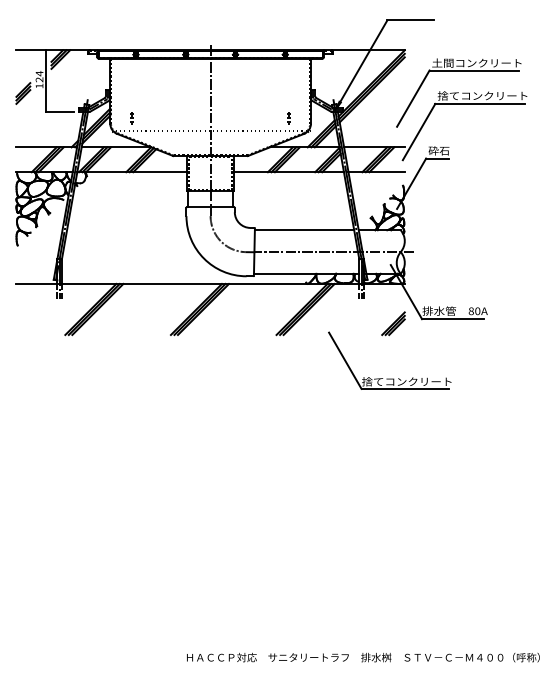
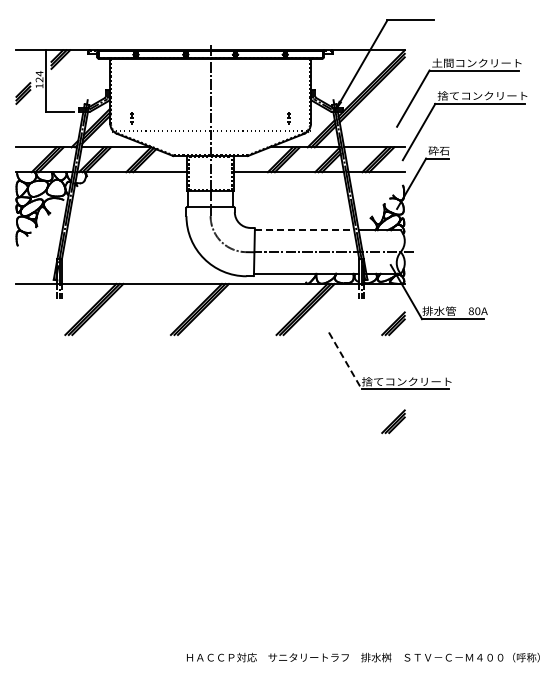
line at (304, 230): solid -> dashed
line at (345, 361): solid -> dashed
part at (393, 421): none -> present
